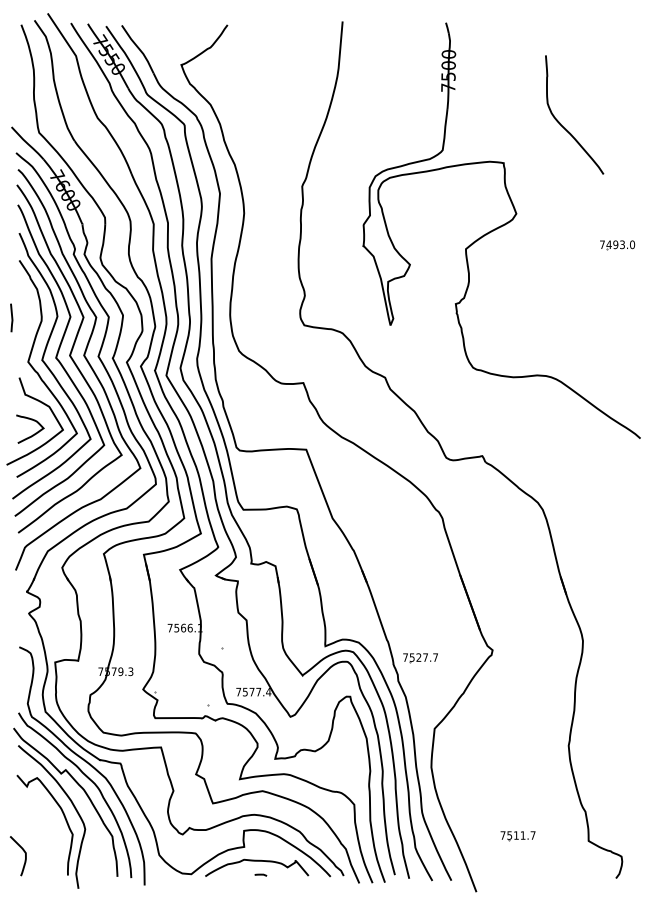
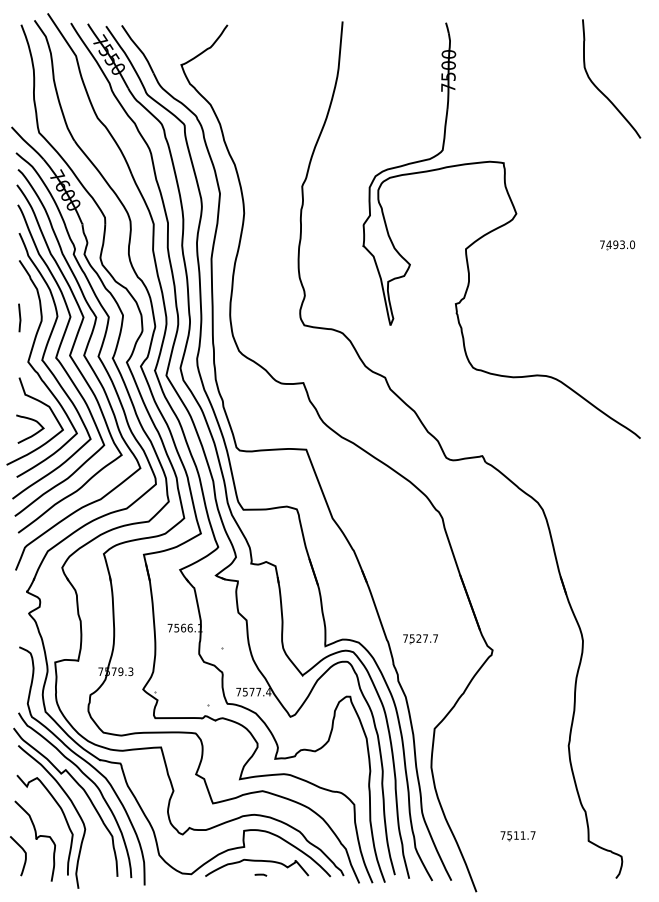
curve at (560, 122) position: (560, 122) -> (597, 86)
line at (11, 317) position: (11, 317) -> (19, 317)
part at (420, 658) position: (420, 658) -> (420, 639)
curve at (35, 839): none -> present
